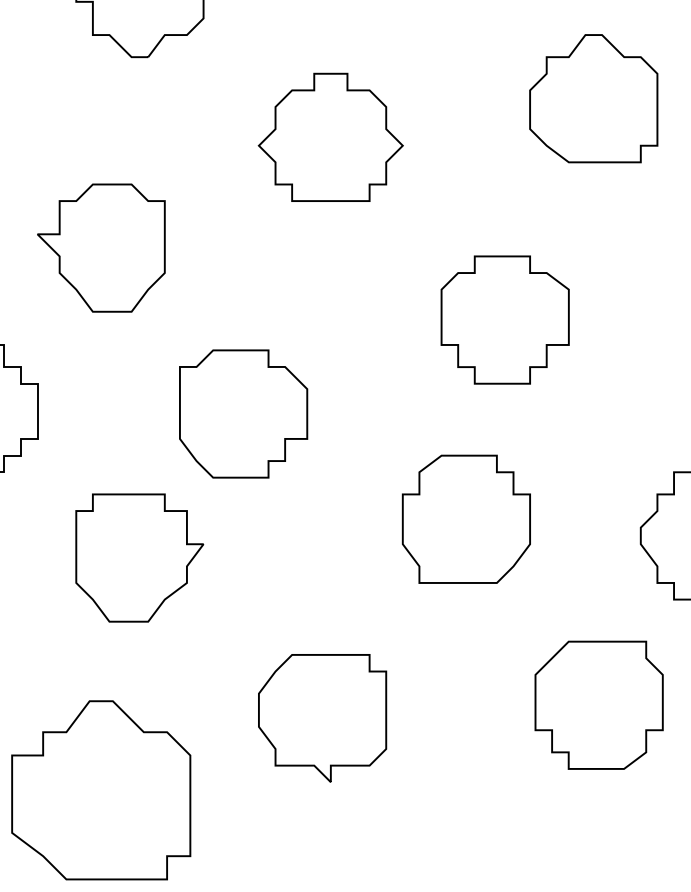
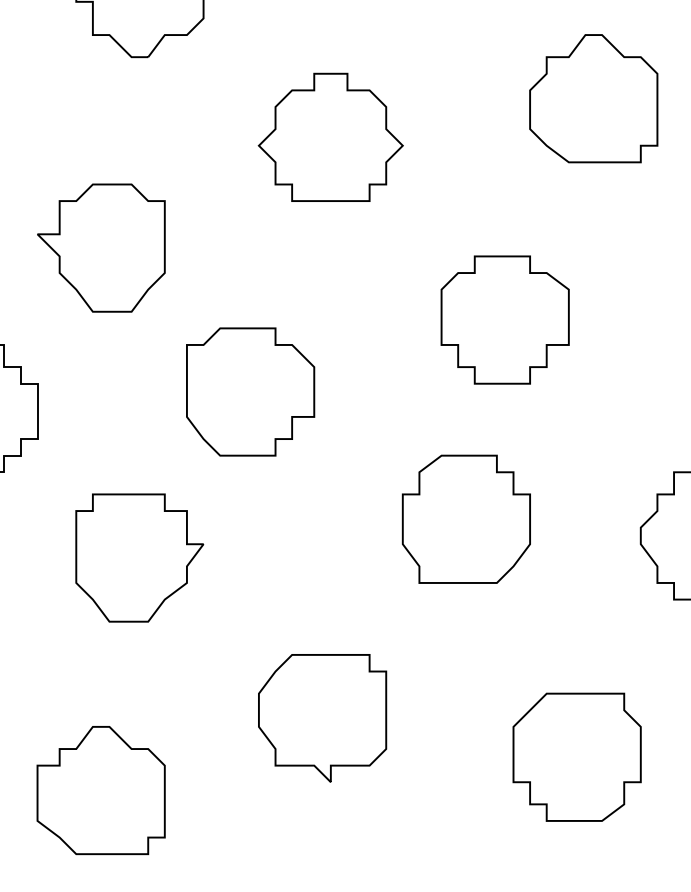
part at (243, 413) position: (243, 413) -> (250, 391)
part at (598, 704) position: (598, 704) -> (576, 756)
part at (101, 790) size: 181x181 px -> 130x130 px
